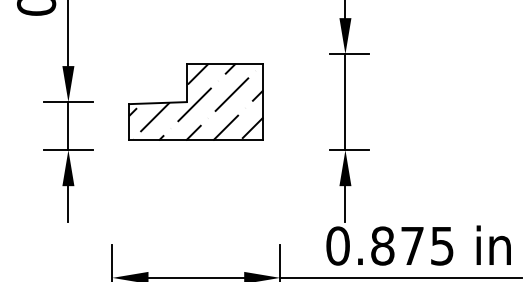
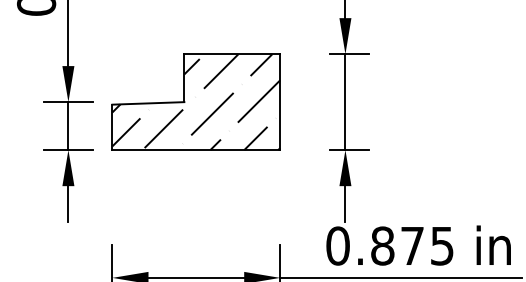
part at (195, 101) size: 136x78 px -> 170x98 px
